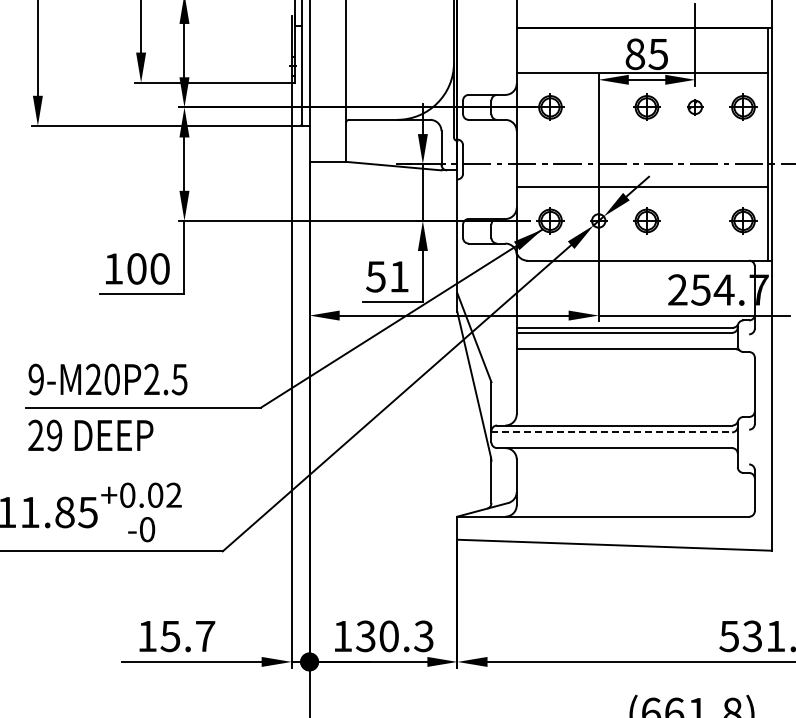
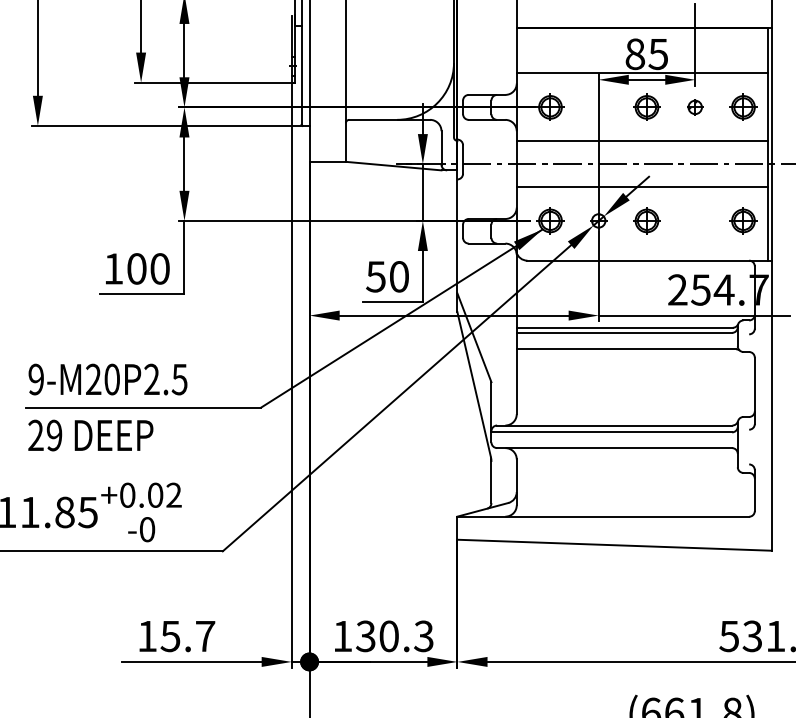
line at (642, 141): none -> present
text at (399, 276): 51 -> 50
line at (612, 432): dashed -> solid
